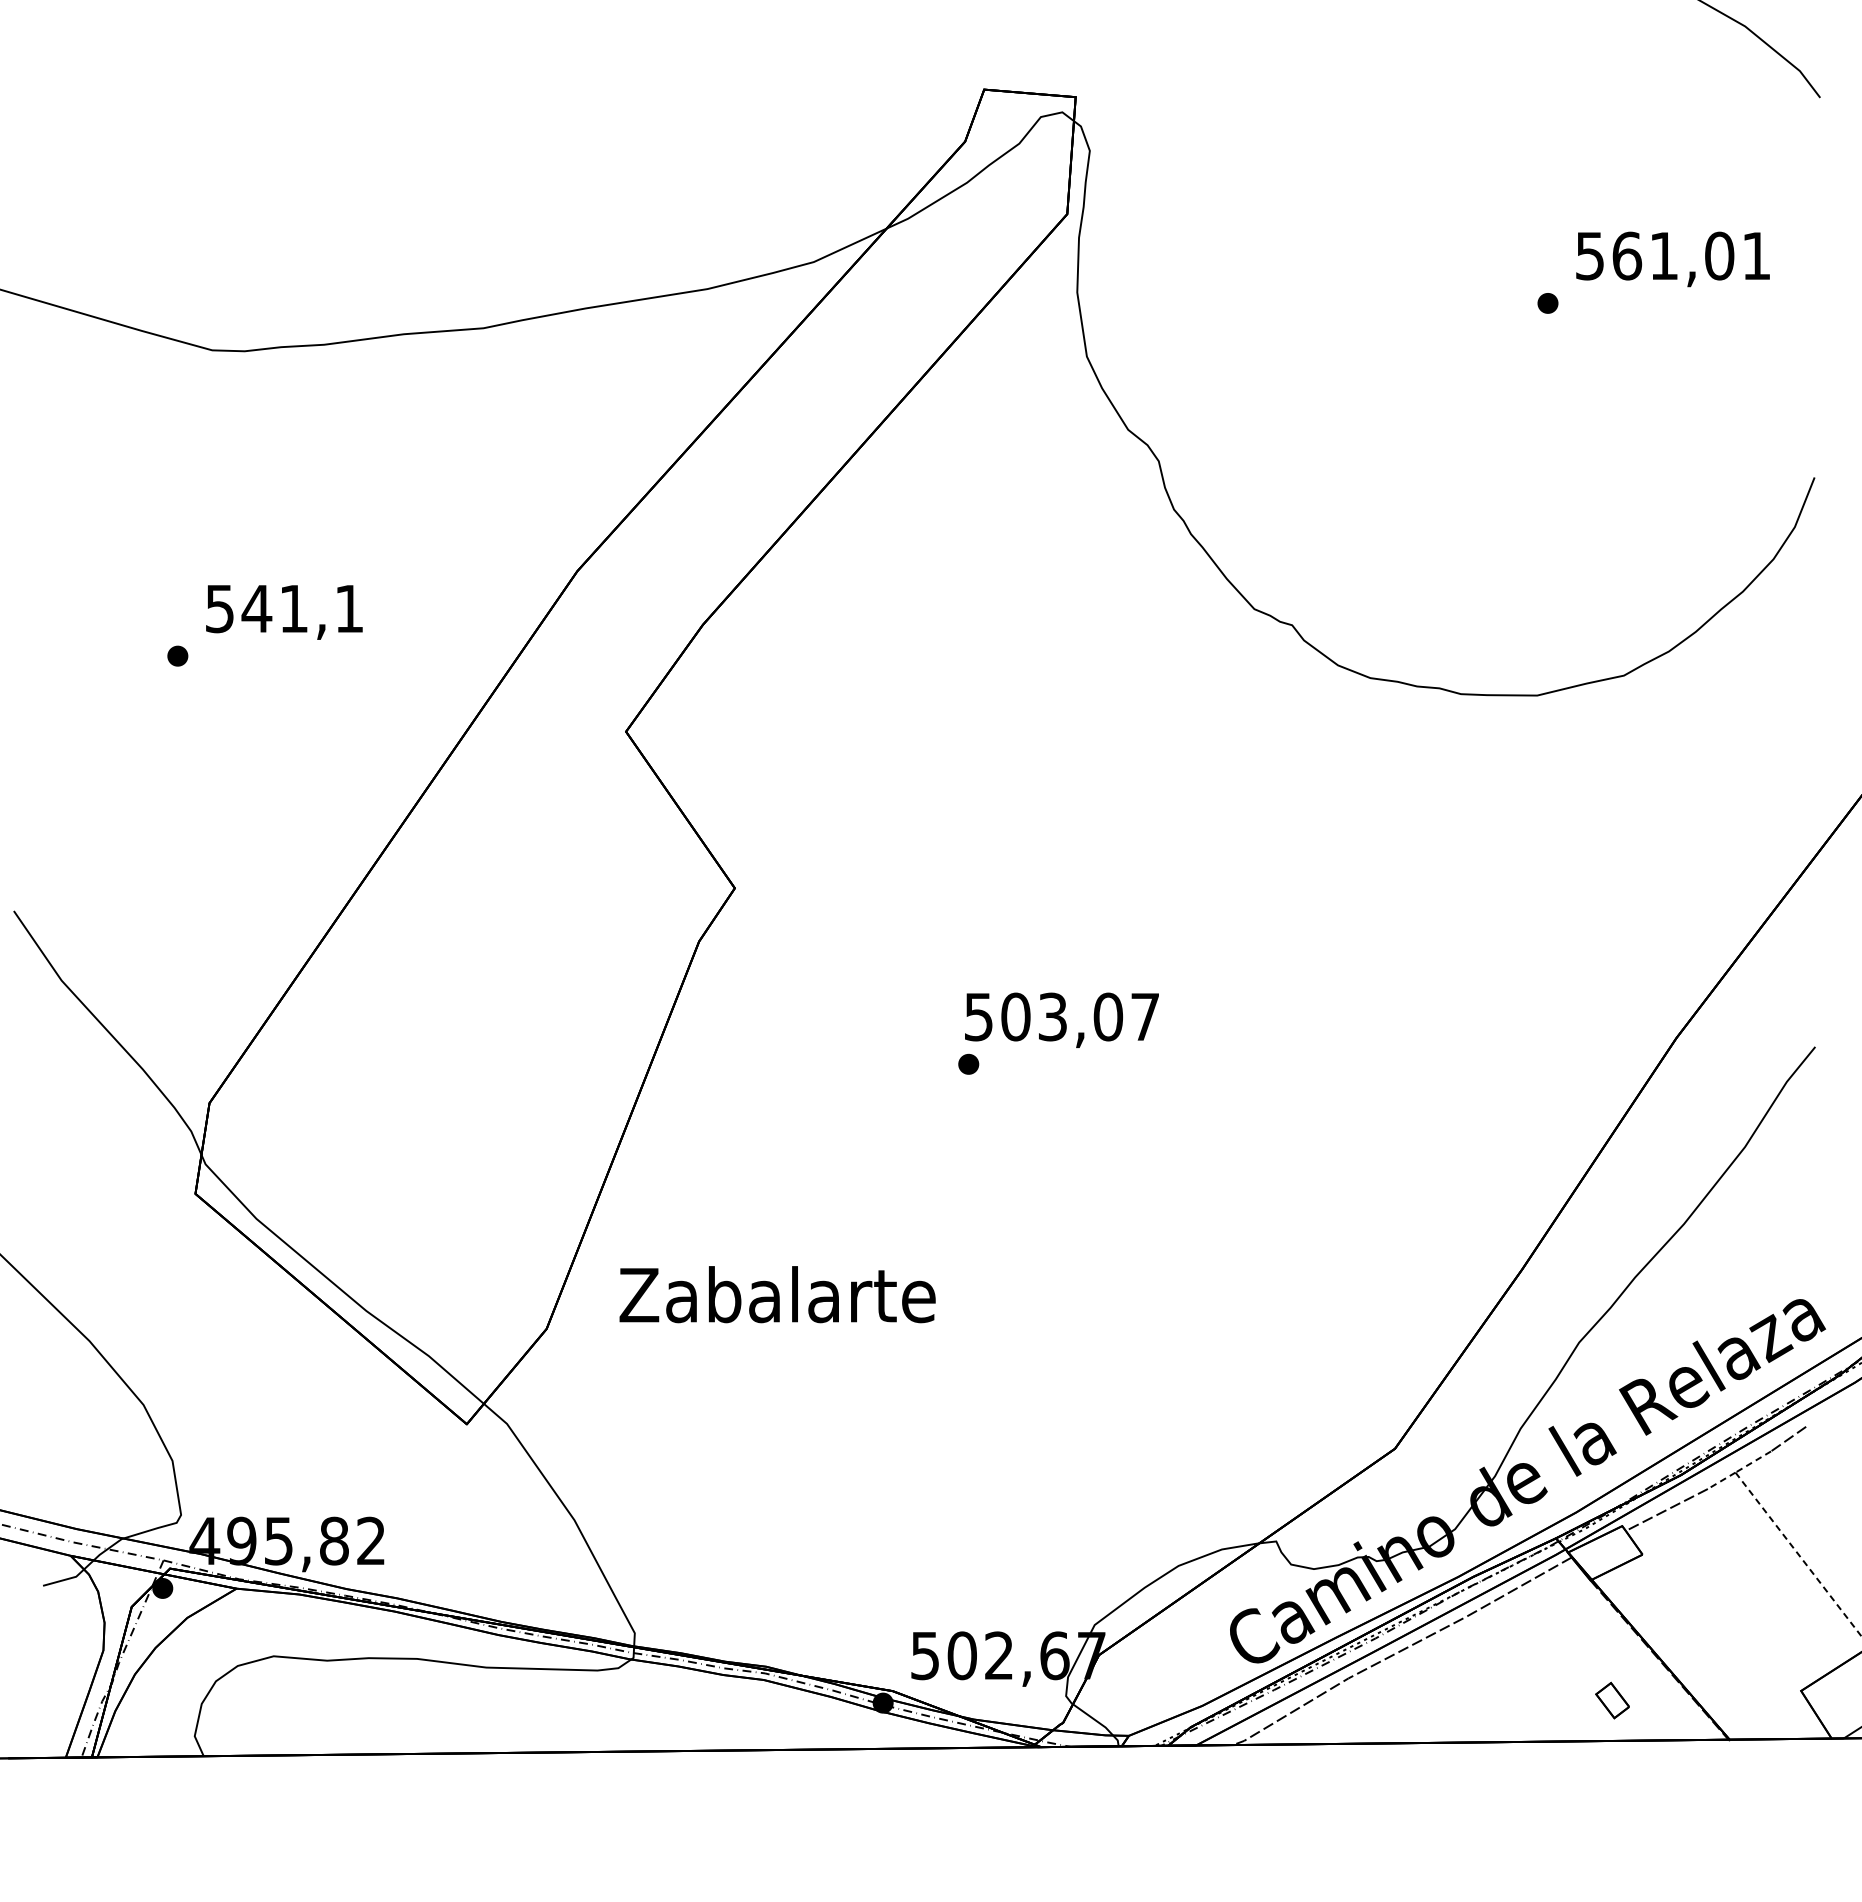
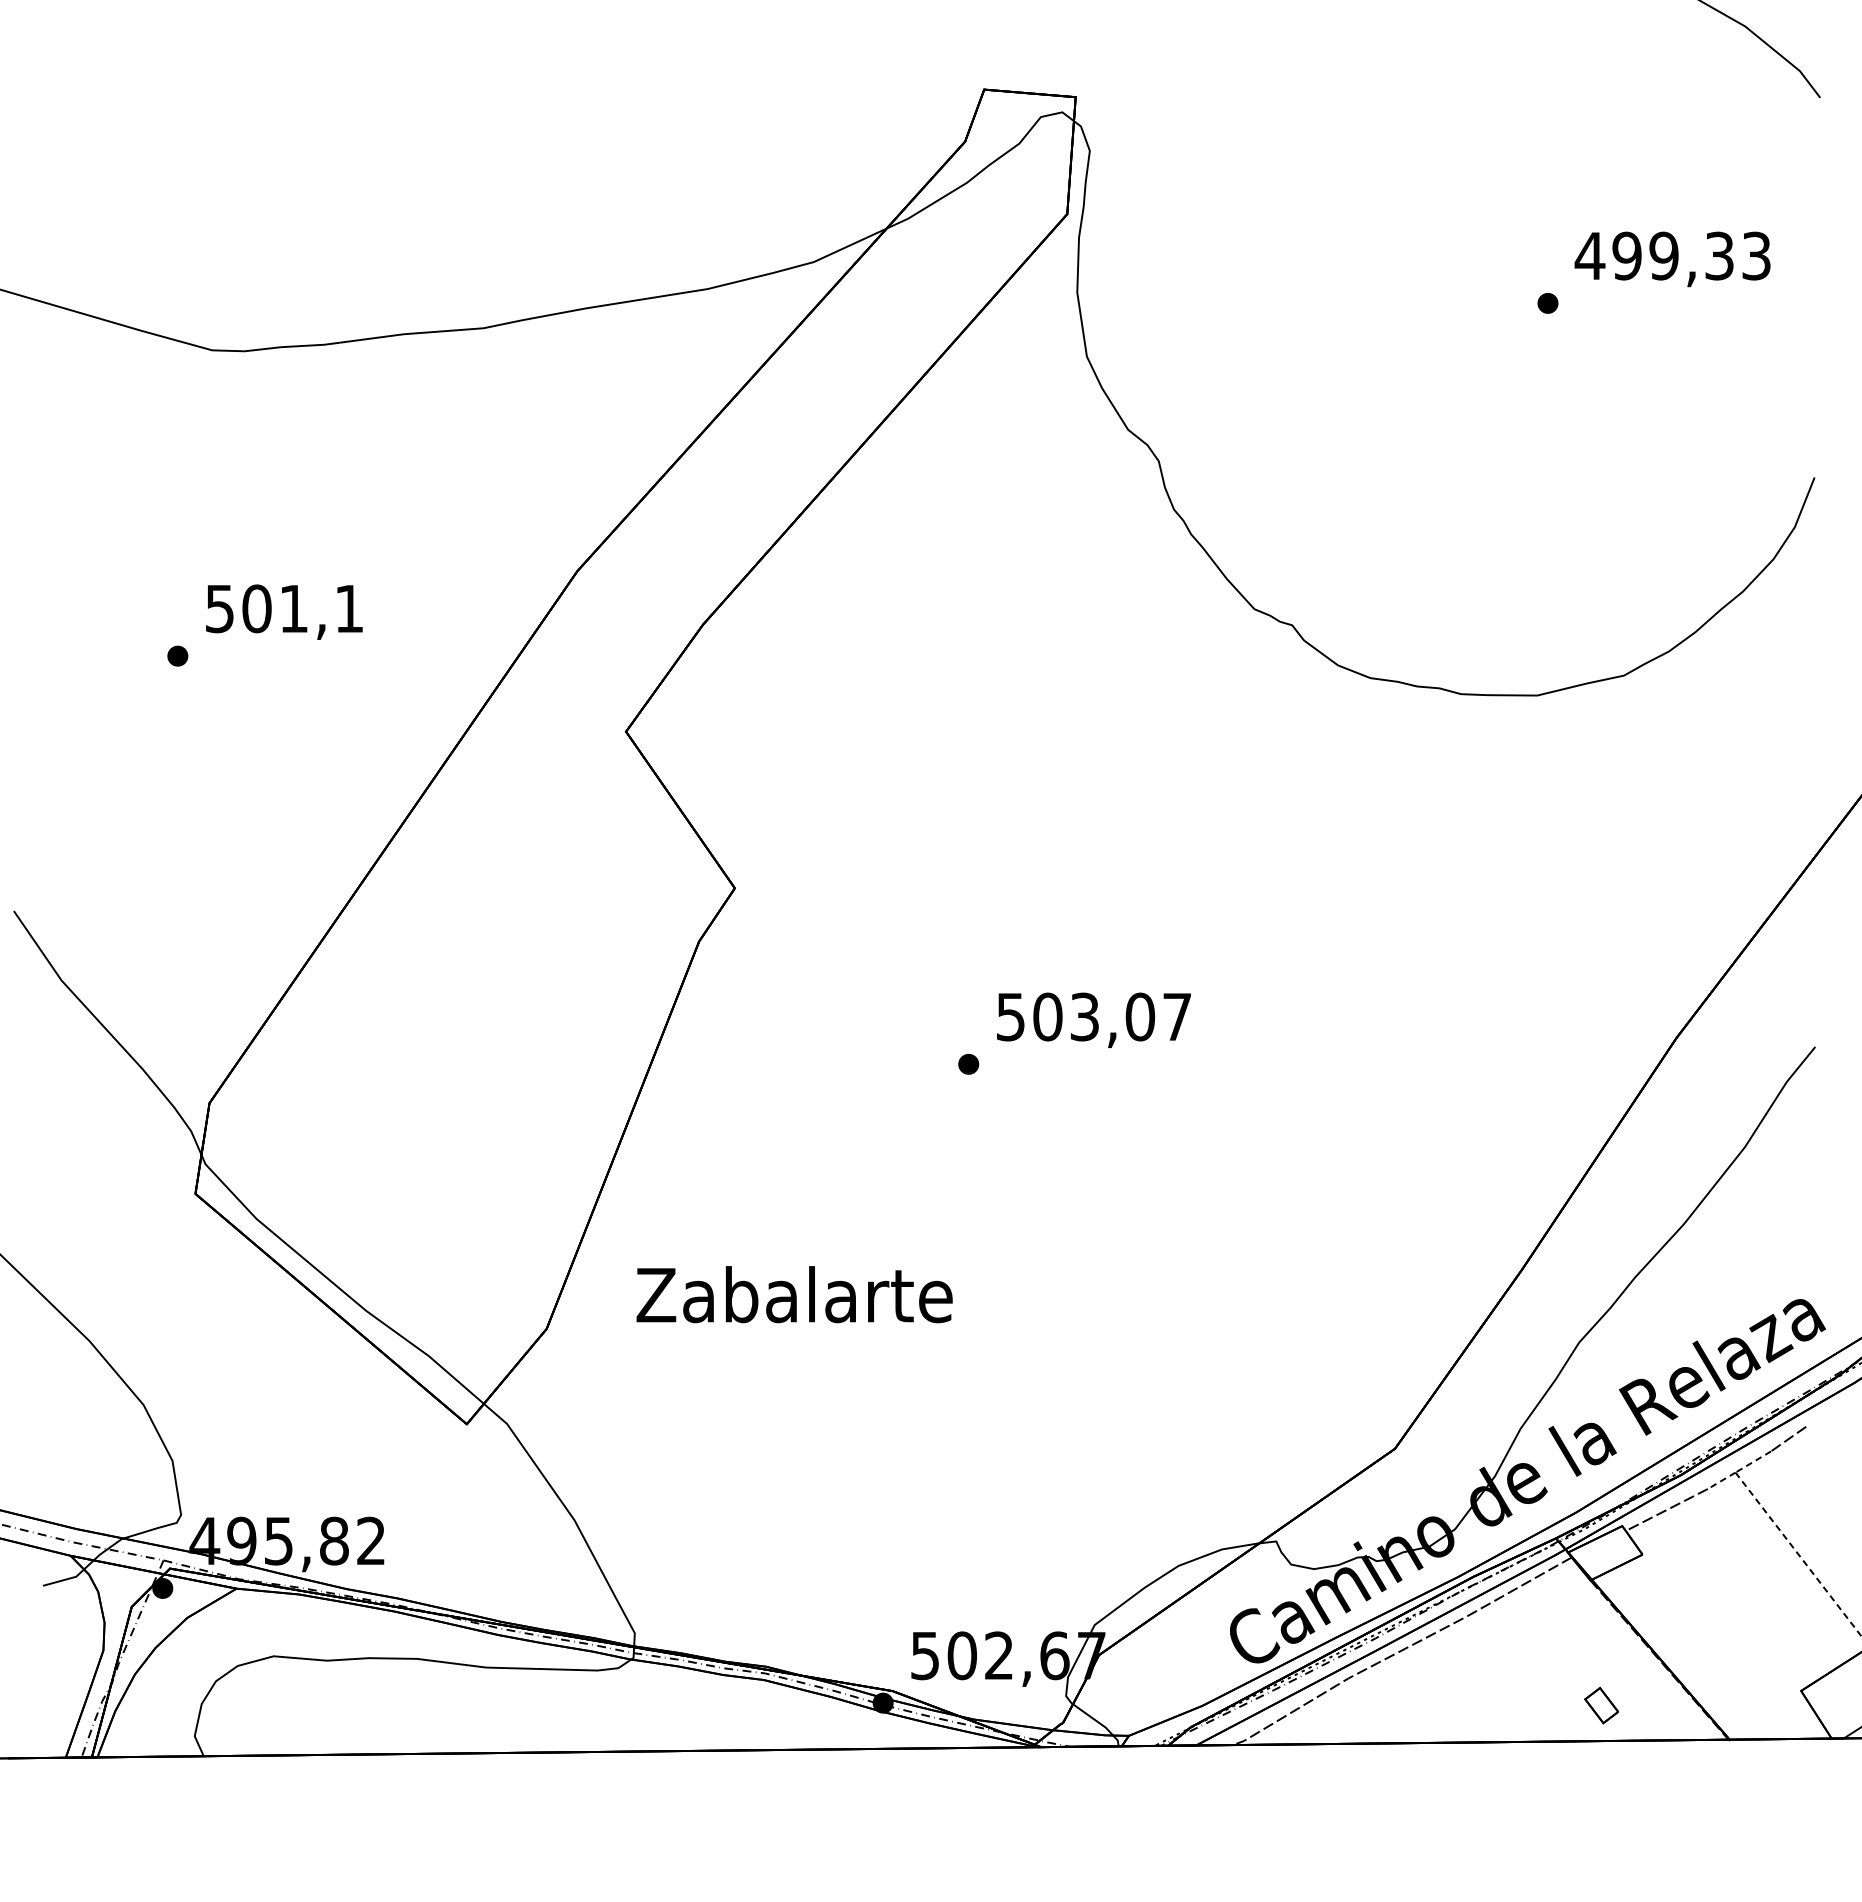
text at (1672, 255): 561,01 -> 499,33
text at (256, 608): 541,1 -> 501,1
text at (1061, 1019) position: (1061, 1019) -> (1093, 1019)
text at (777, 1294) position: (777, 1294) -> (794, 1294)
part at (1612, 1700) position: (1612, 1700) -> (1601, 1705)
